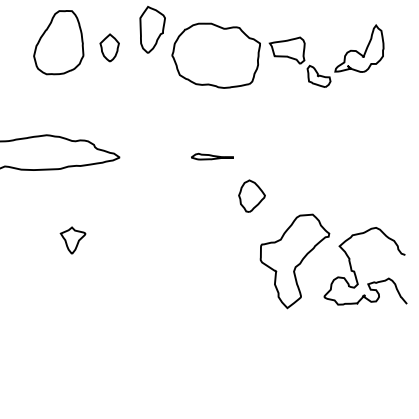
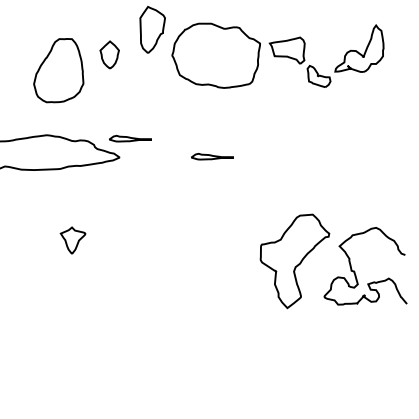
part at (58, 42) position: (58, 42) -> (58, 70)
part at (109, 47) position: (109, 47) -> (109, 54)
part at (130, 138): none -> present
part at (251, 195): present -> none
